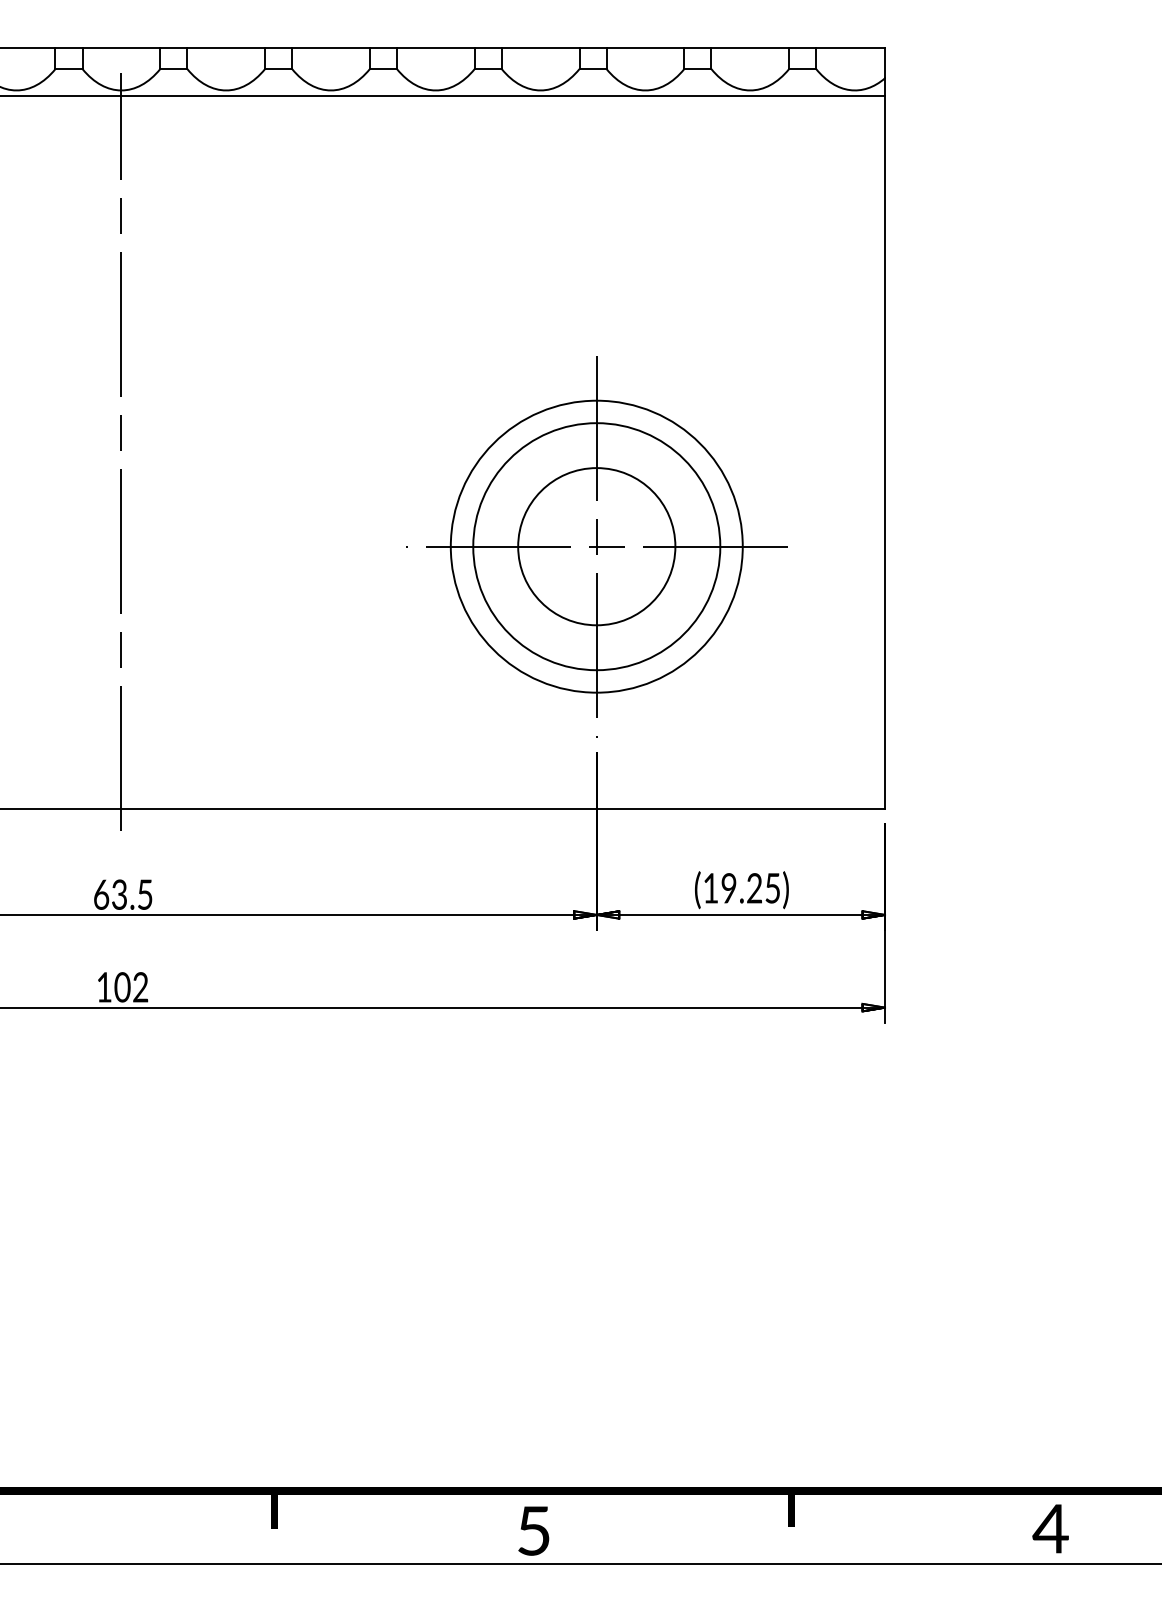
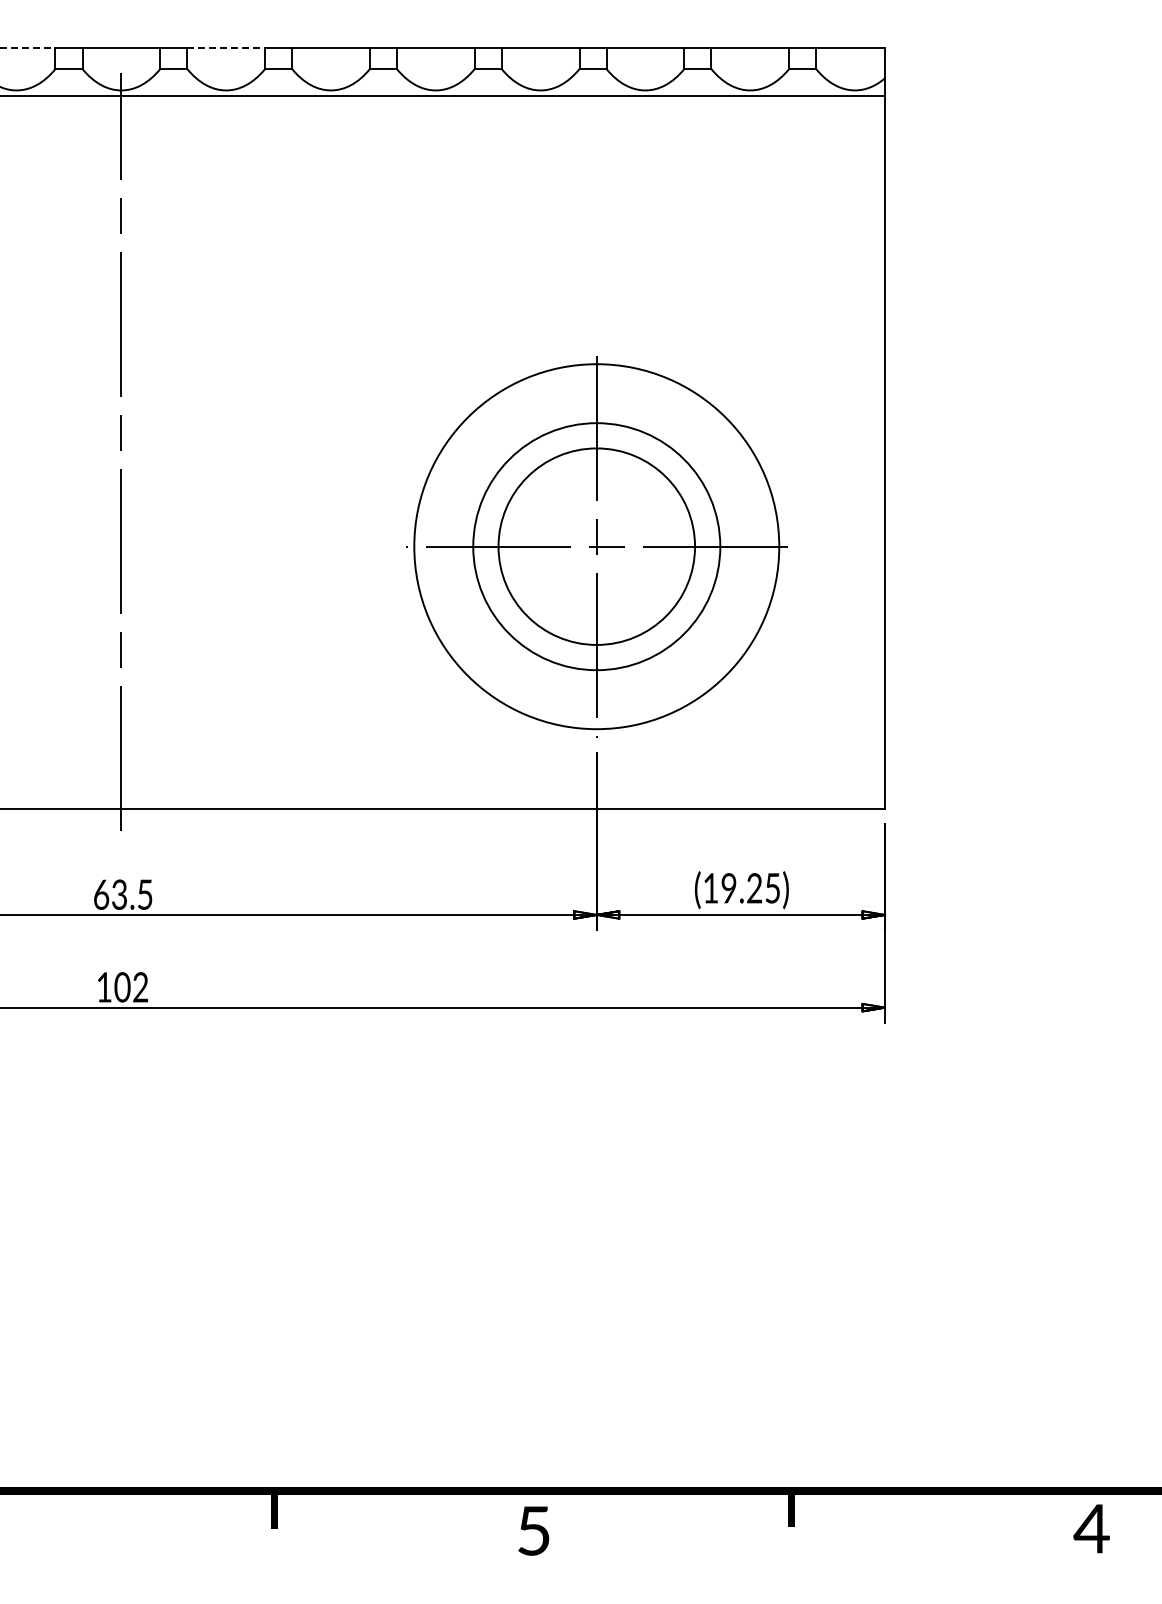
line at (28, 48): solid -> dashed
line at (226, 48): solid -> dashed
circle at (596, 546) diameter: 157 px -> 197 px
circle at (596, 546) diameter: 292 px -> 365 px
text at (1050, 1528) position: (1050, 1528) -> (1091, 1528)
line at (580, 1564): present -> none
